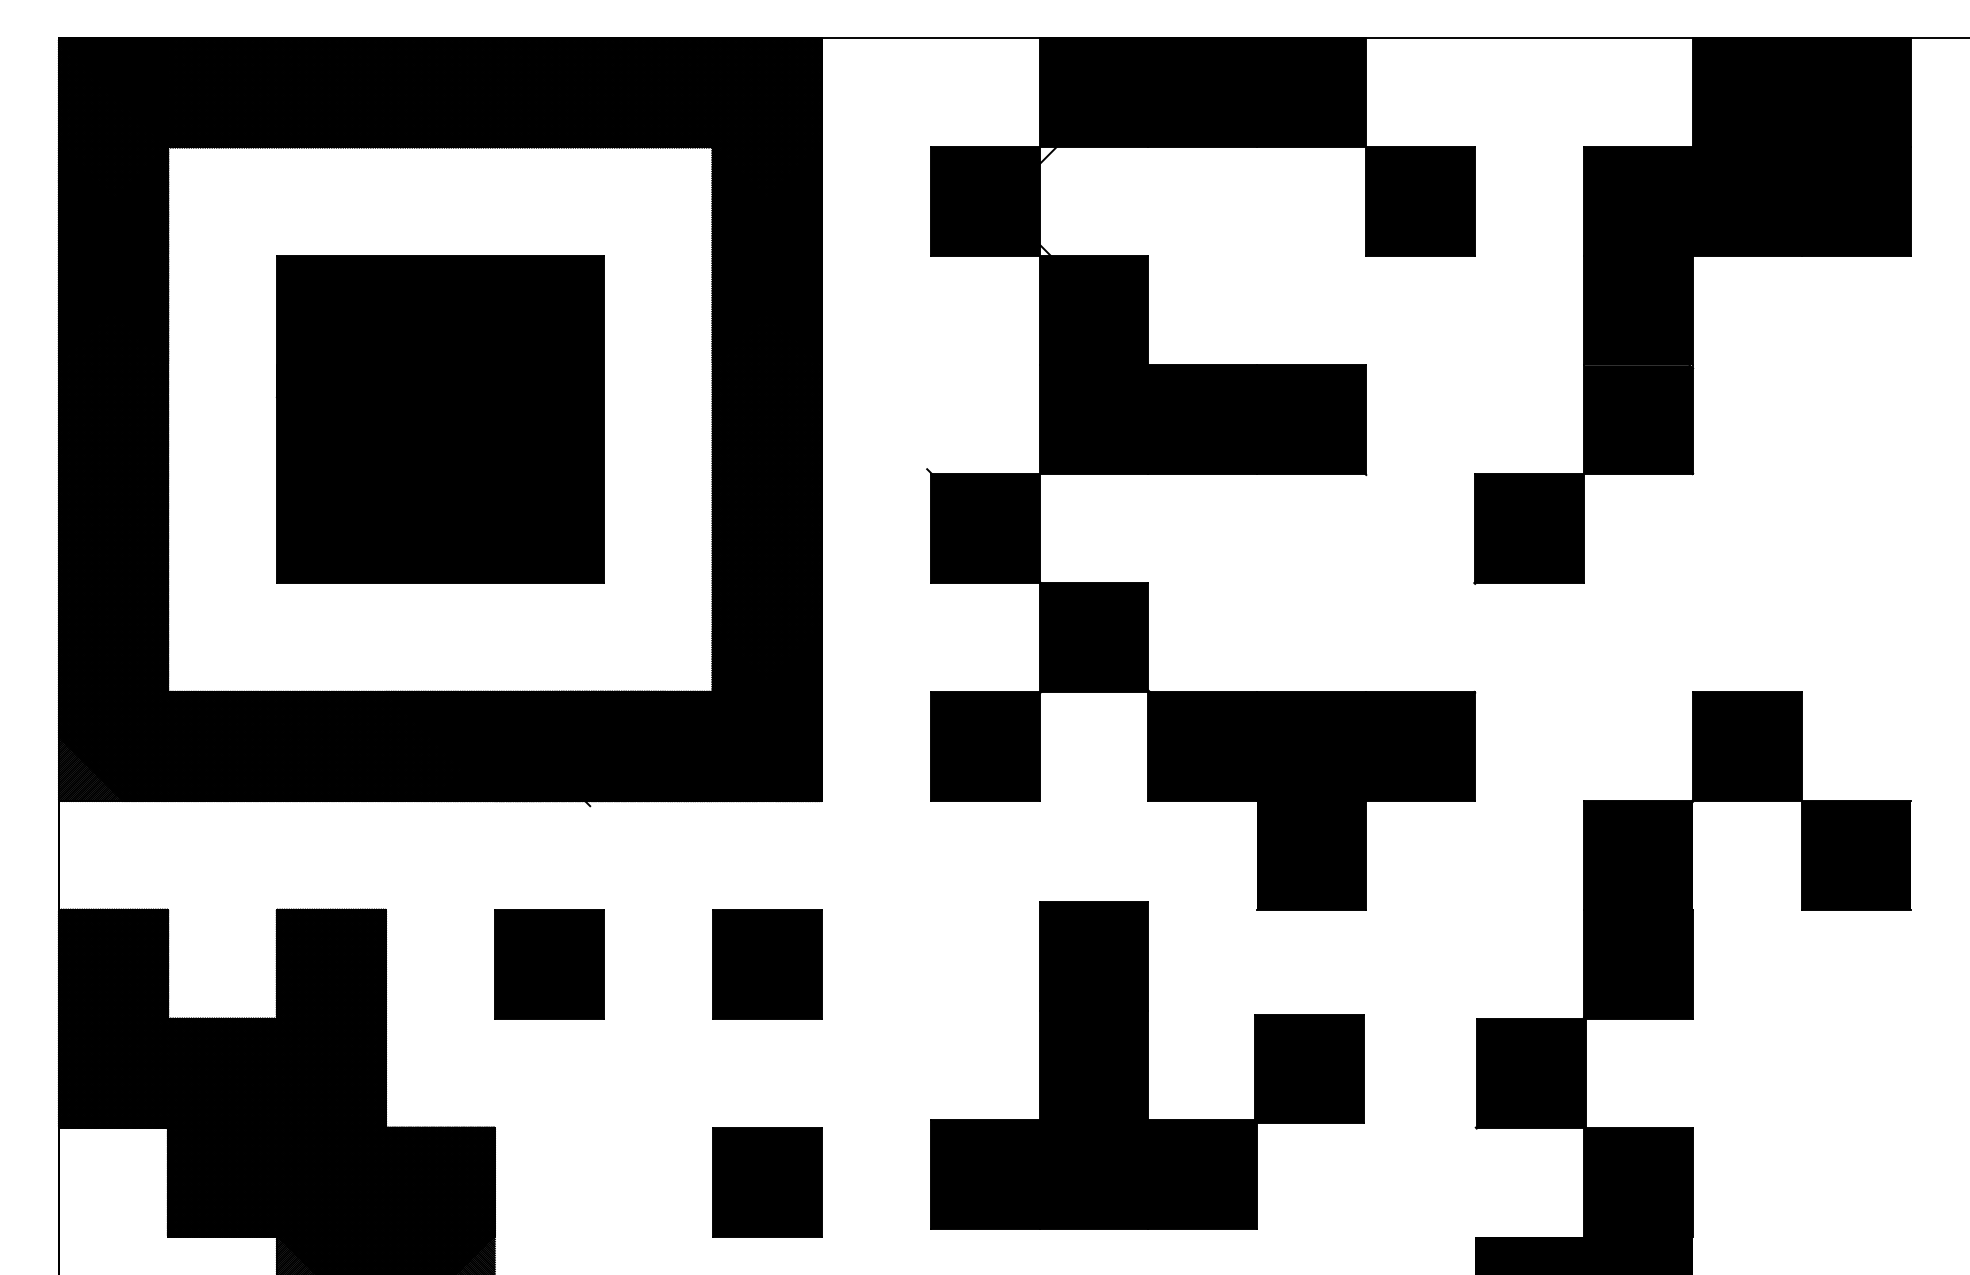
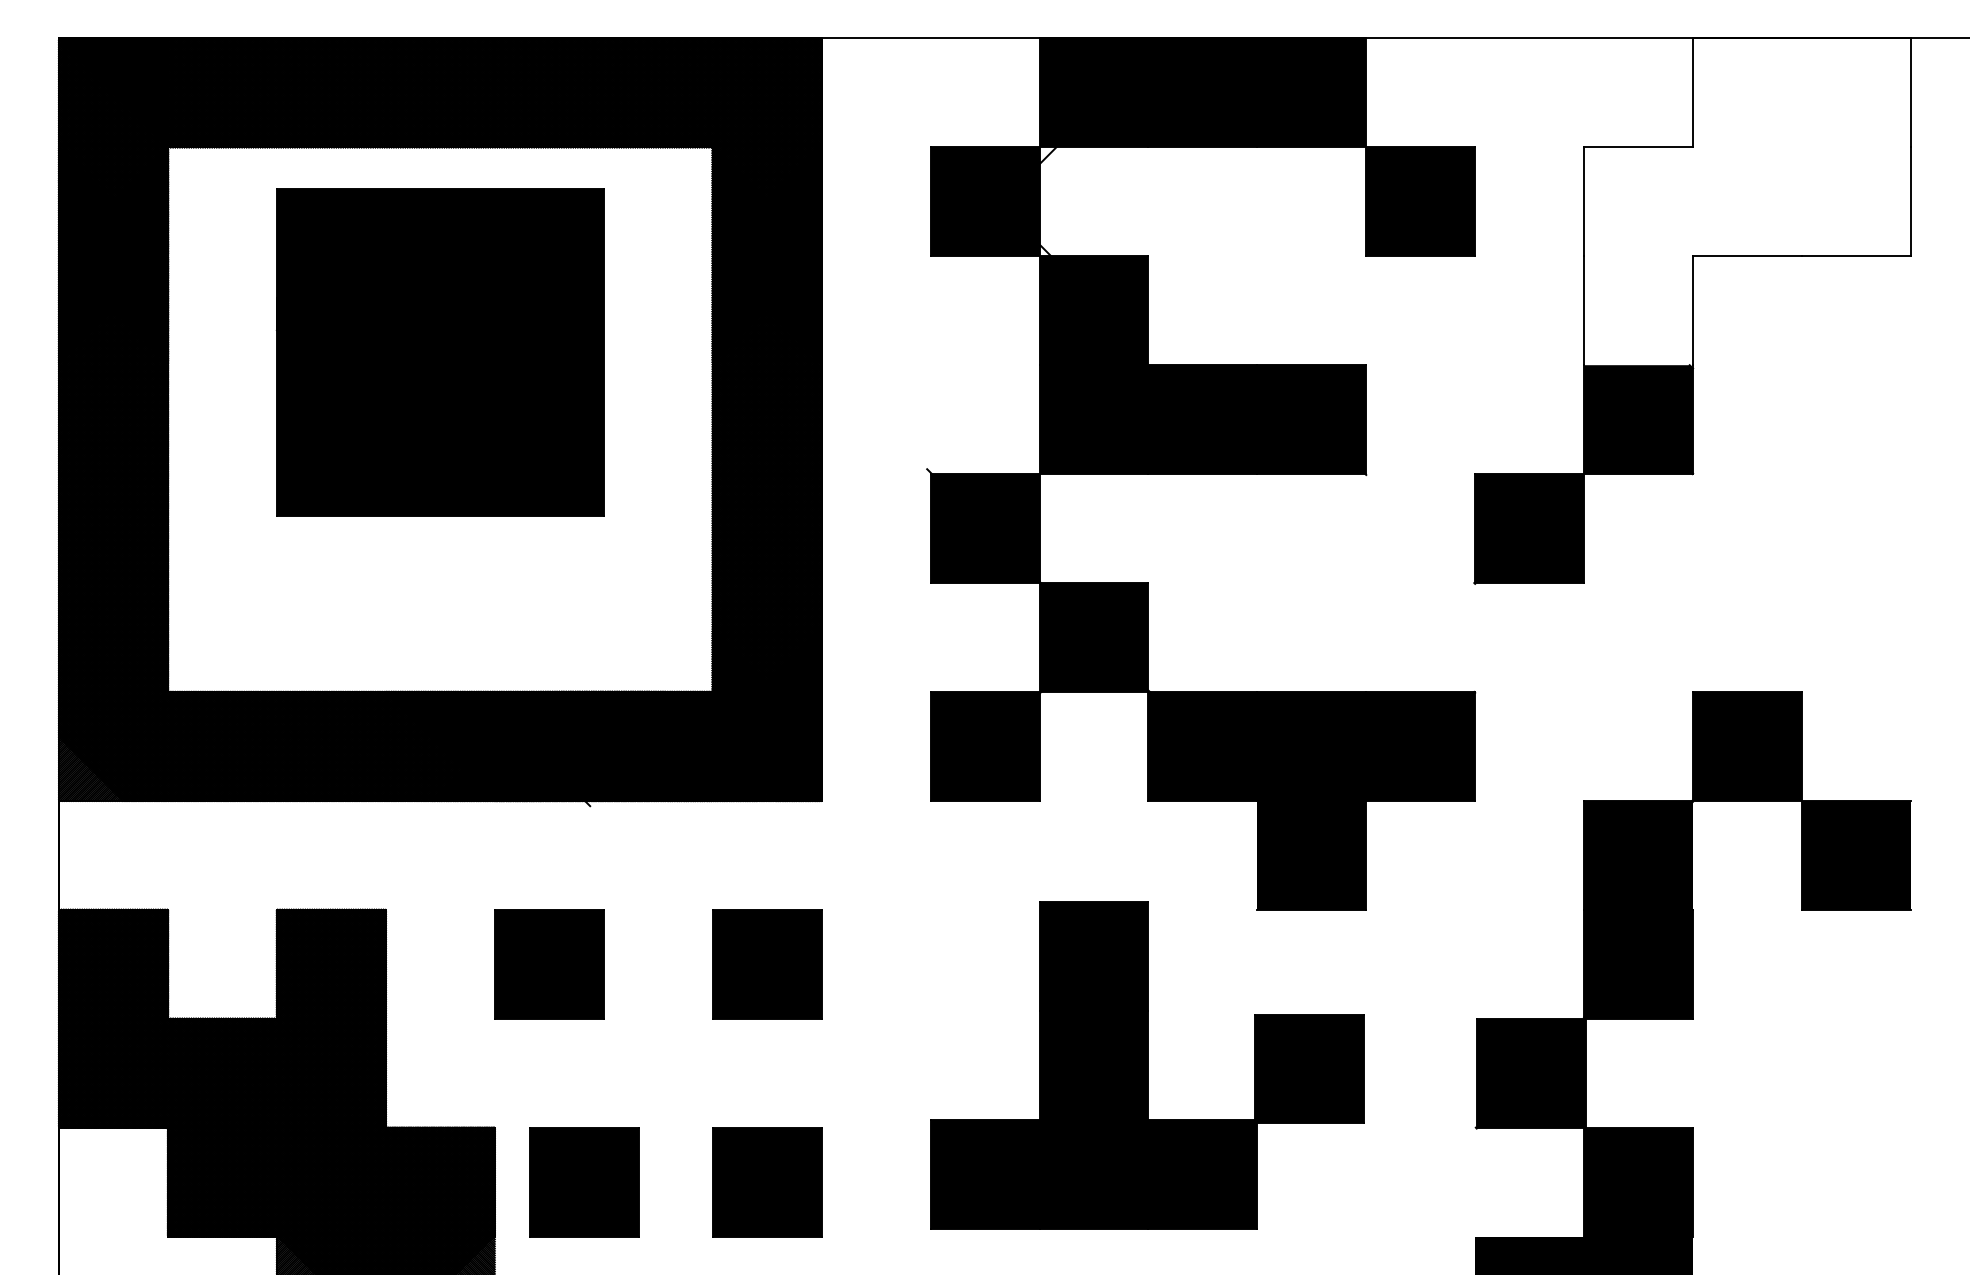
fill at (1747, 201): present -> none
part at (439, 419) position: (439, 419) -> (439, 352)
part at (584, 1182): none -> present
